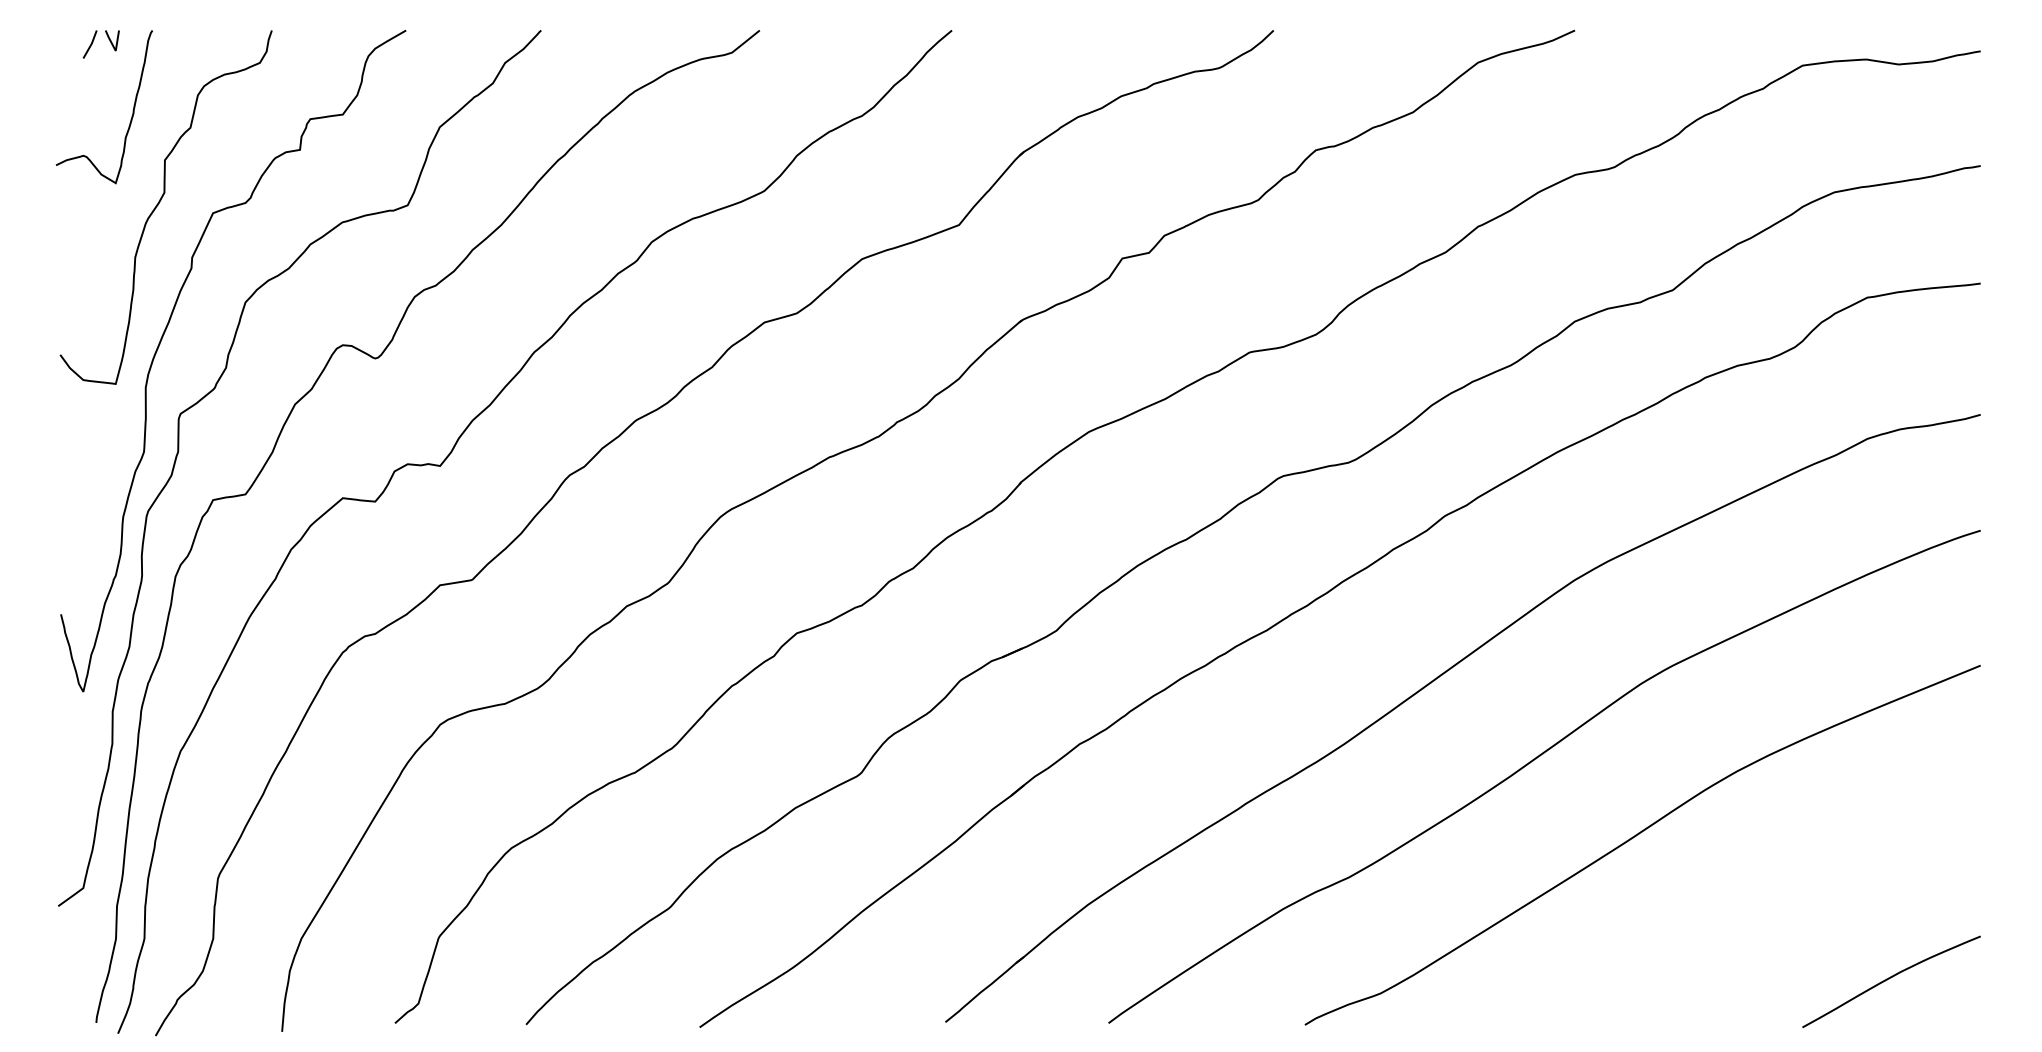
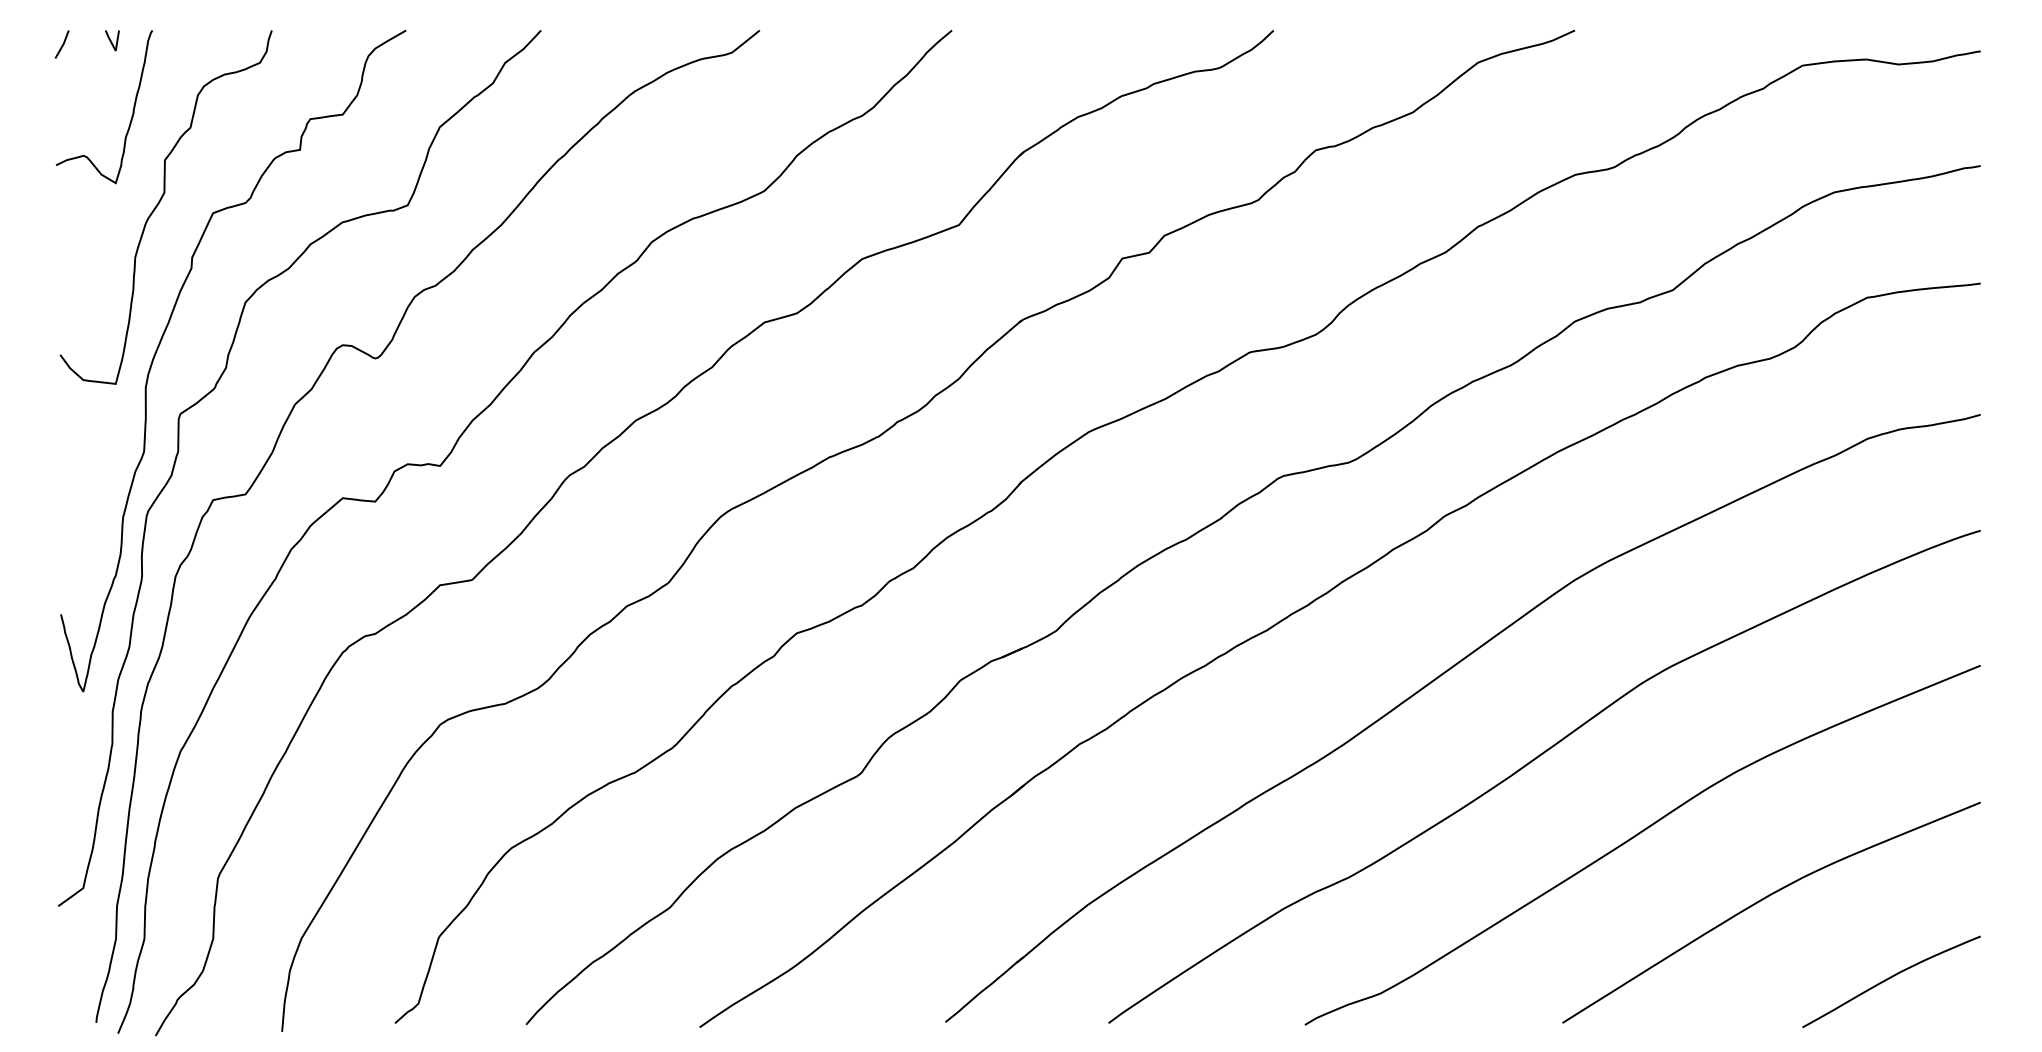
line at (90, 44) position: (90, 44) -> (62, 44)
curve at (1764, 899): none -> present
